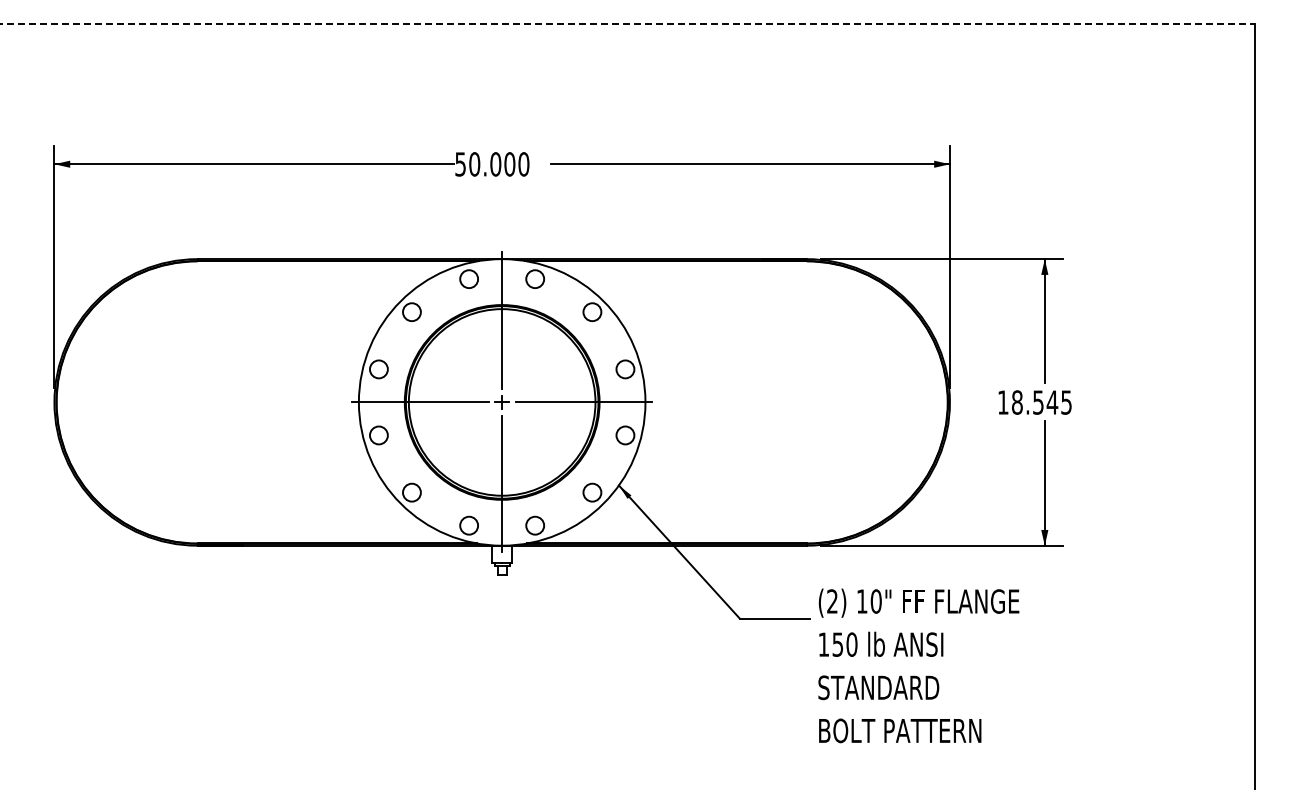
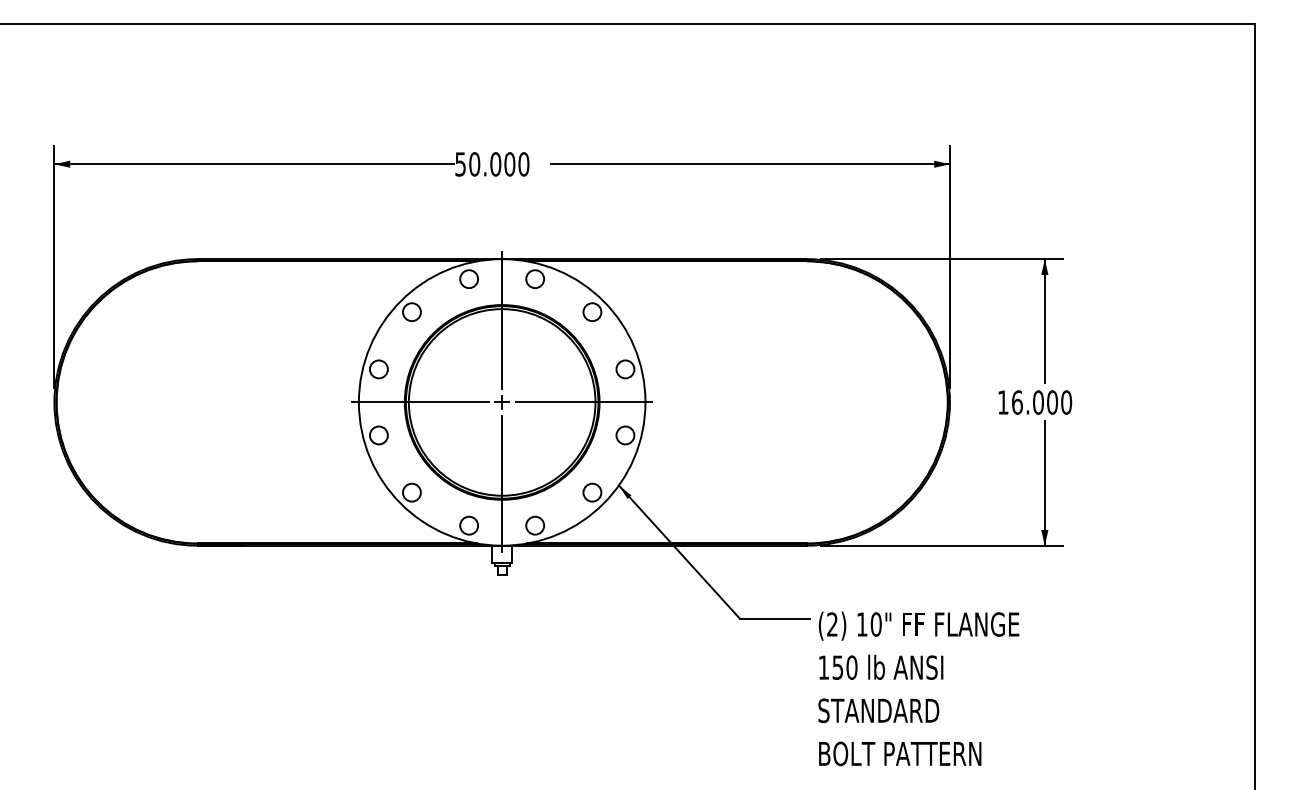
line at (628, 23): dashed -> solid
text at (1042, 402): 18.545 -> 16.000
text at (918, 665) position: (918, 665) -> (918, 688)
